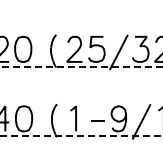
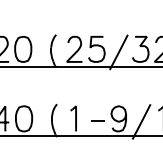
line at (81, 66): dashed -> solid
line at (81, 136): dashed -> solid
